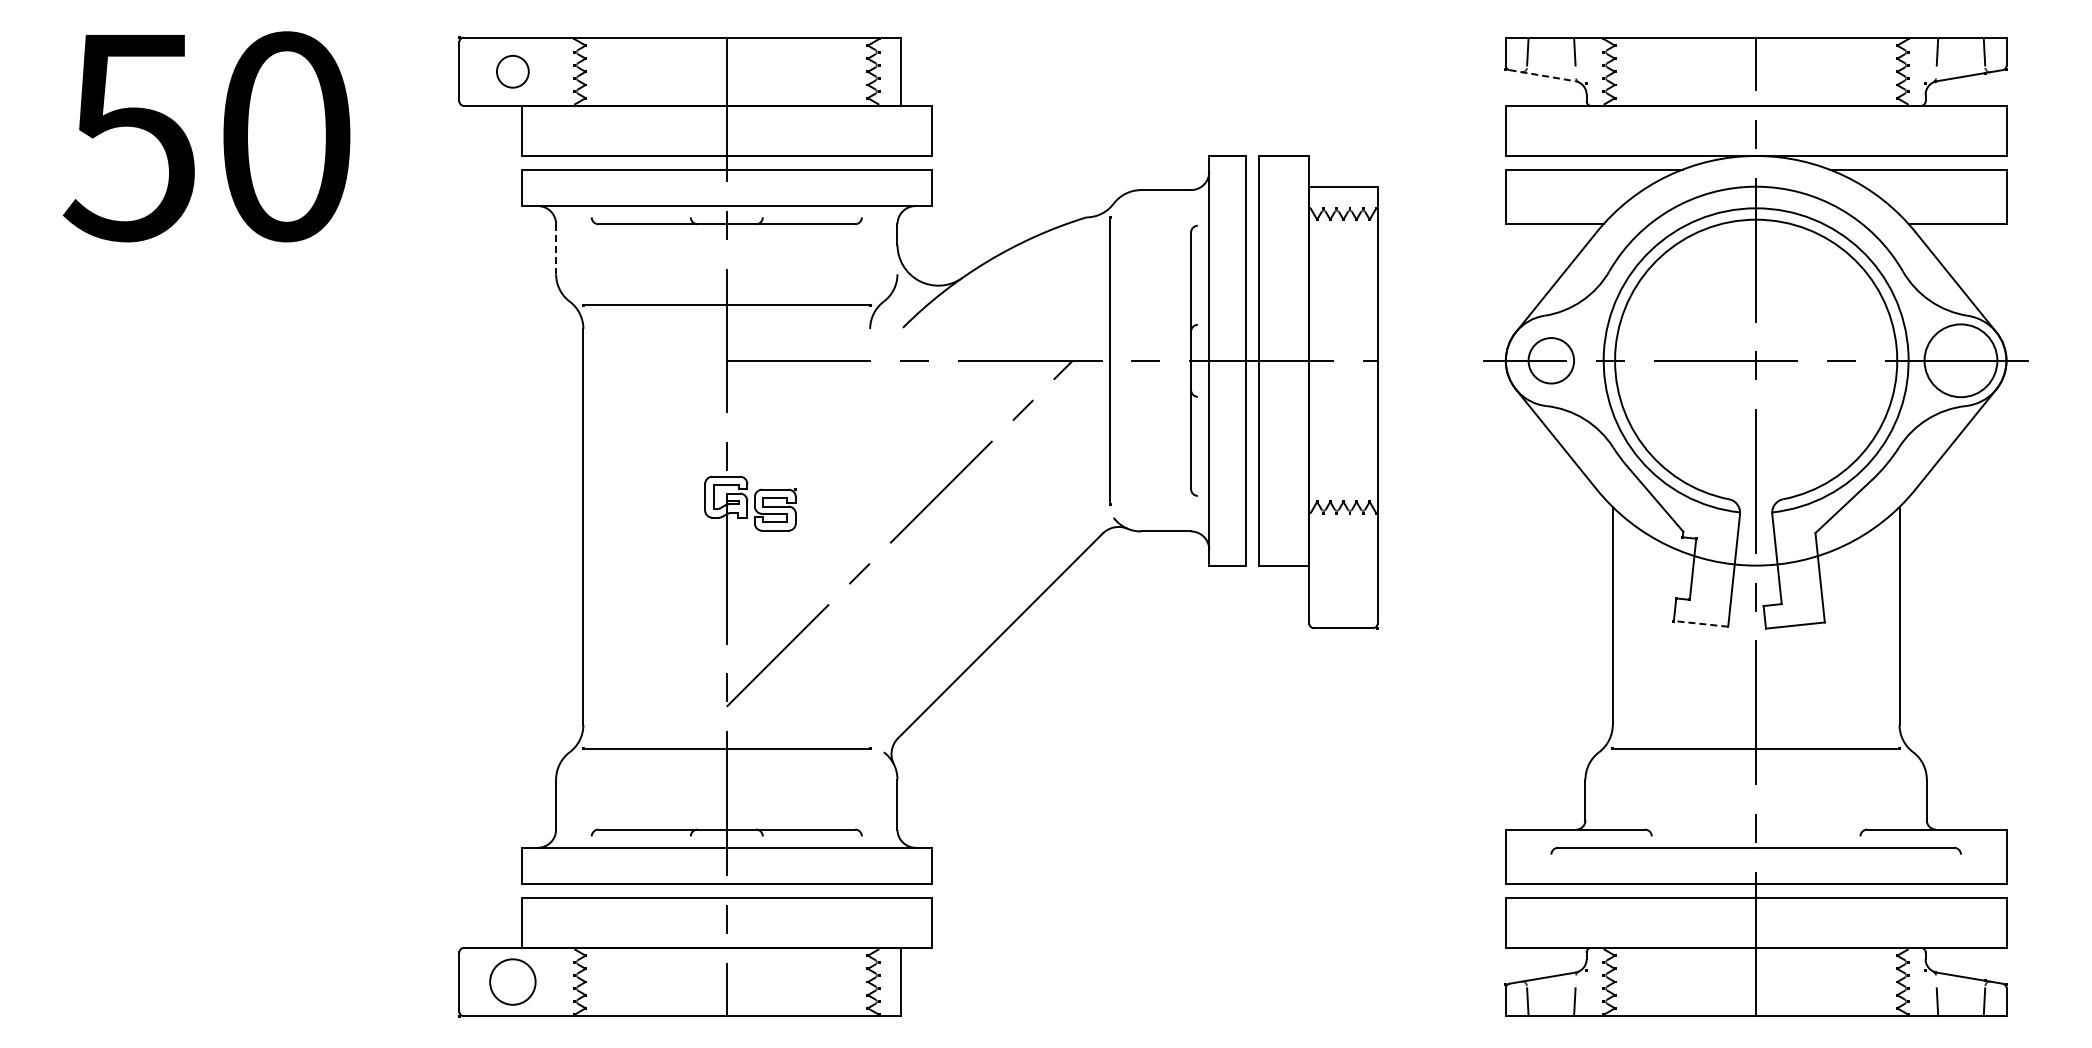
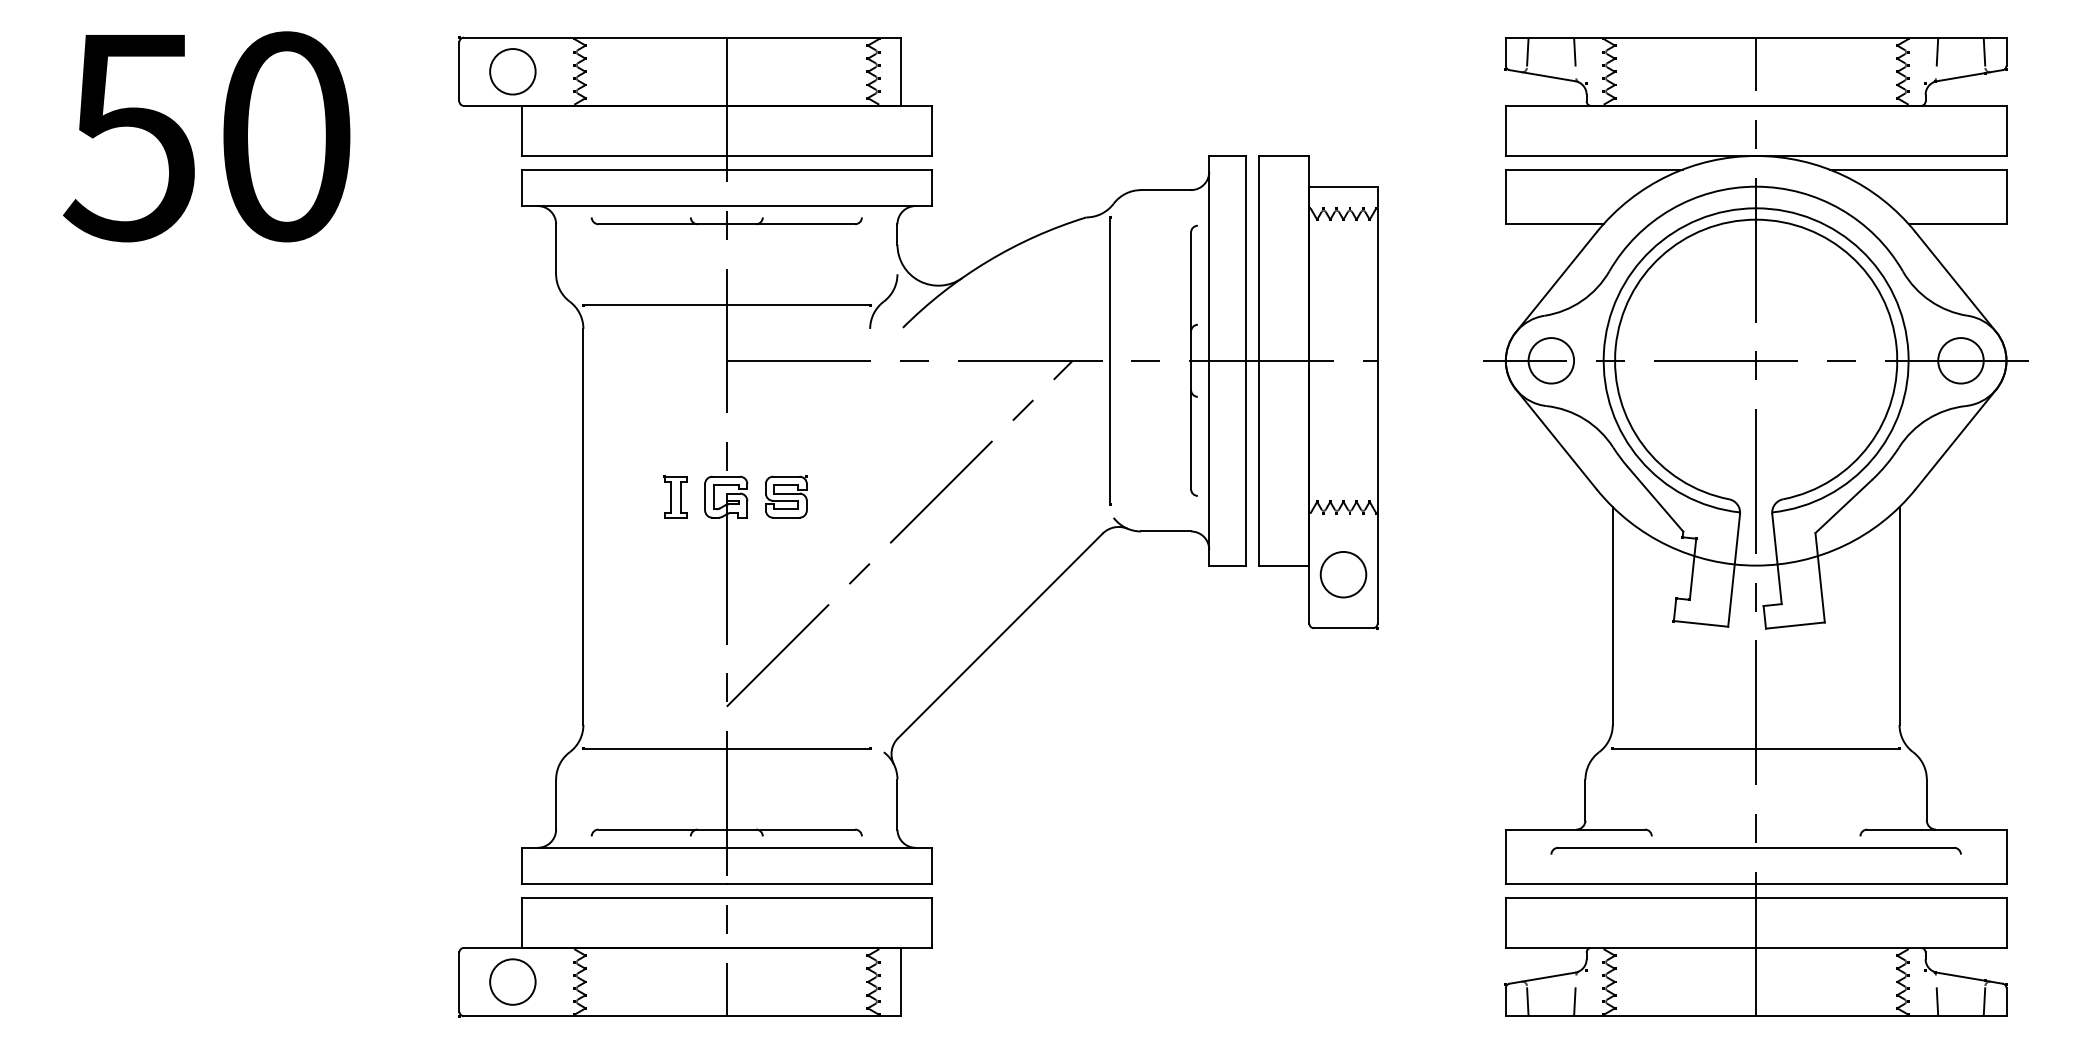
circle at (512, 71) diameter: 32 px -> 46 px
line at (1542, 75): dashed -> solid
line at (556, 249): dashed -> solid
circle at (1960, 360) diameter: 73 px -> 46 px
part at (675, 496): none -> present
part at (775, 509) position: (775, 509) -> (786, 496)
circle at (1343, 574): none -> present
line at (1700, 623): dashed -> solid
